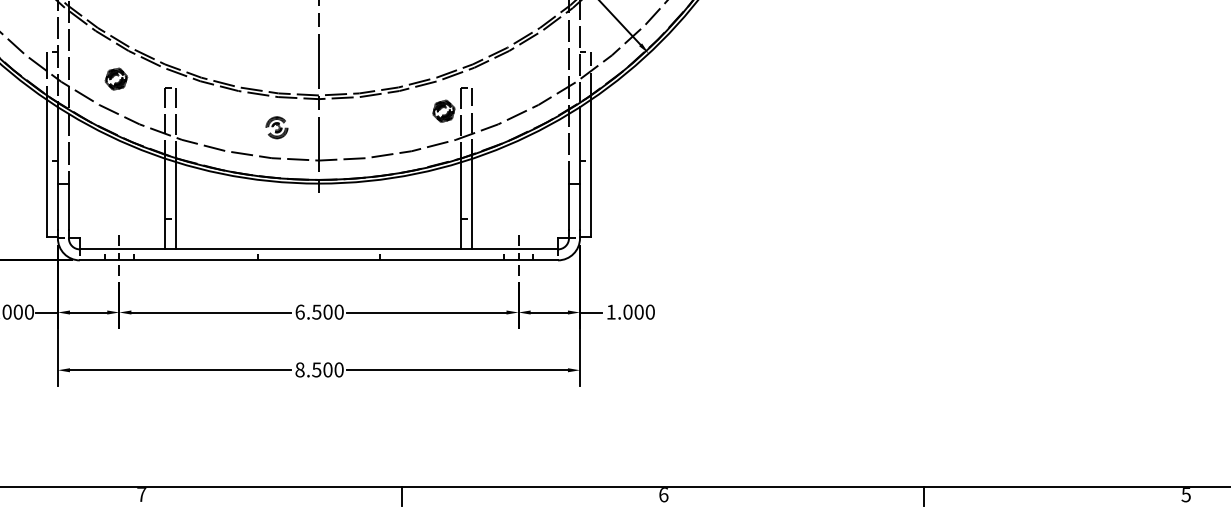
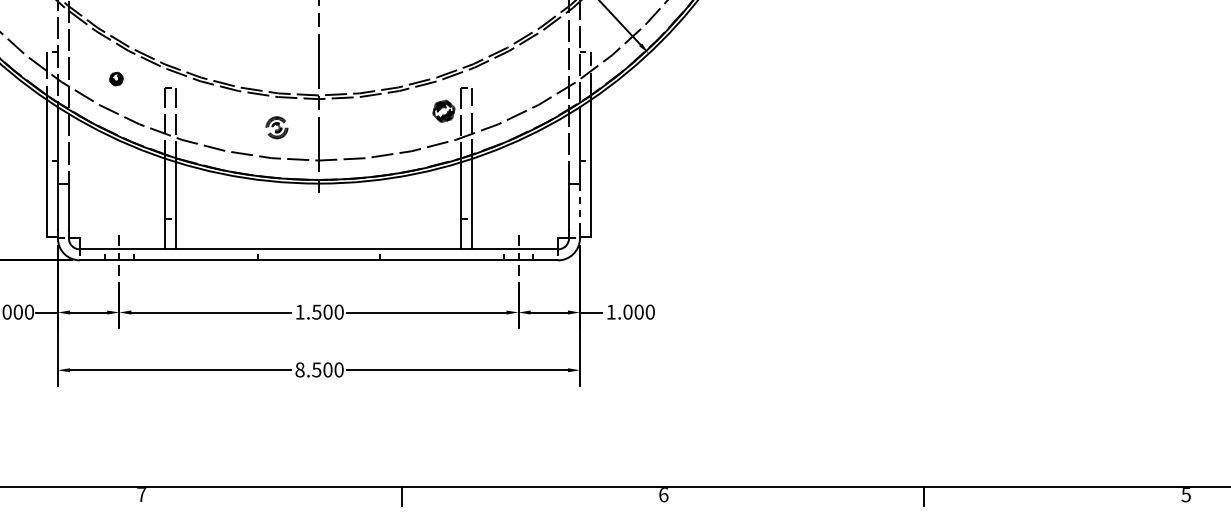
part at (116, 78) size: 25x24 px -> 15x16 px
line at (580, 207): solid -> dashed
text at (299, 311): 6.500 -> 1.500
